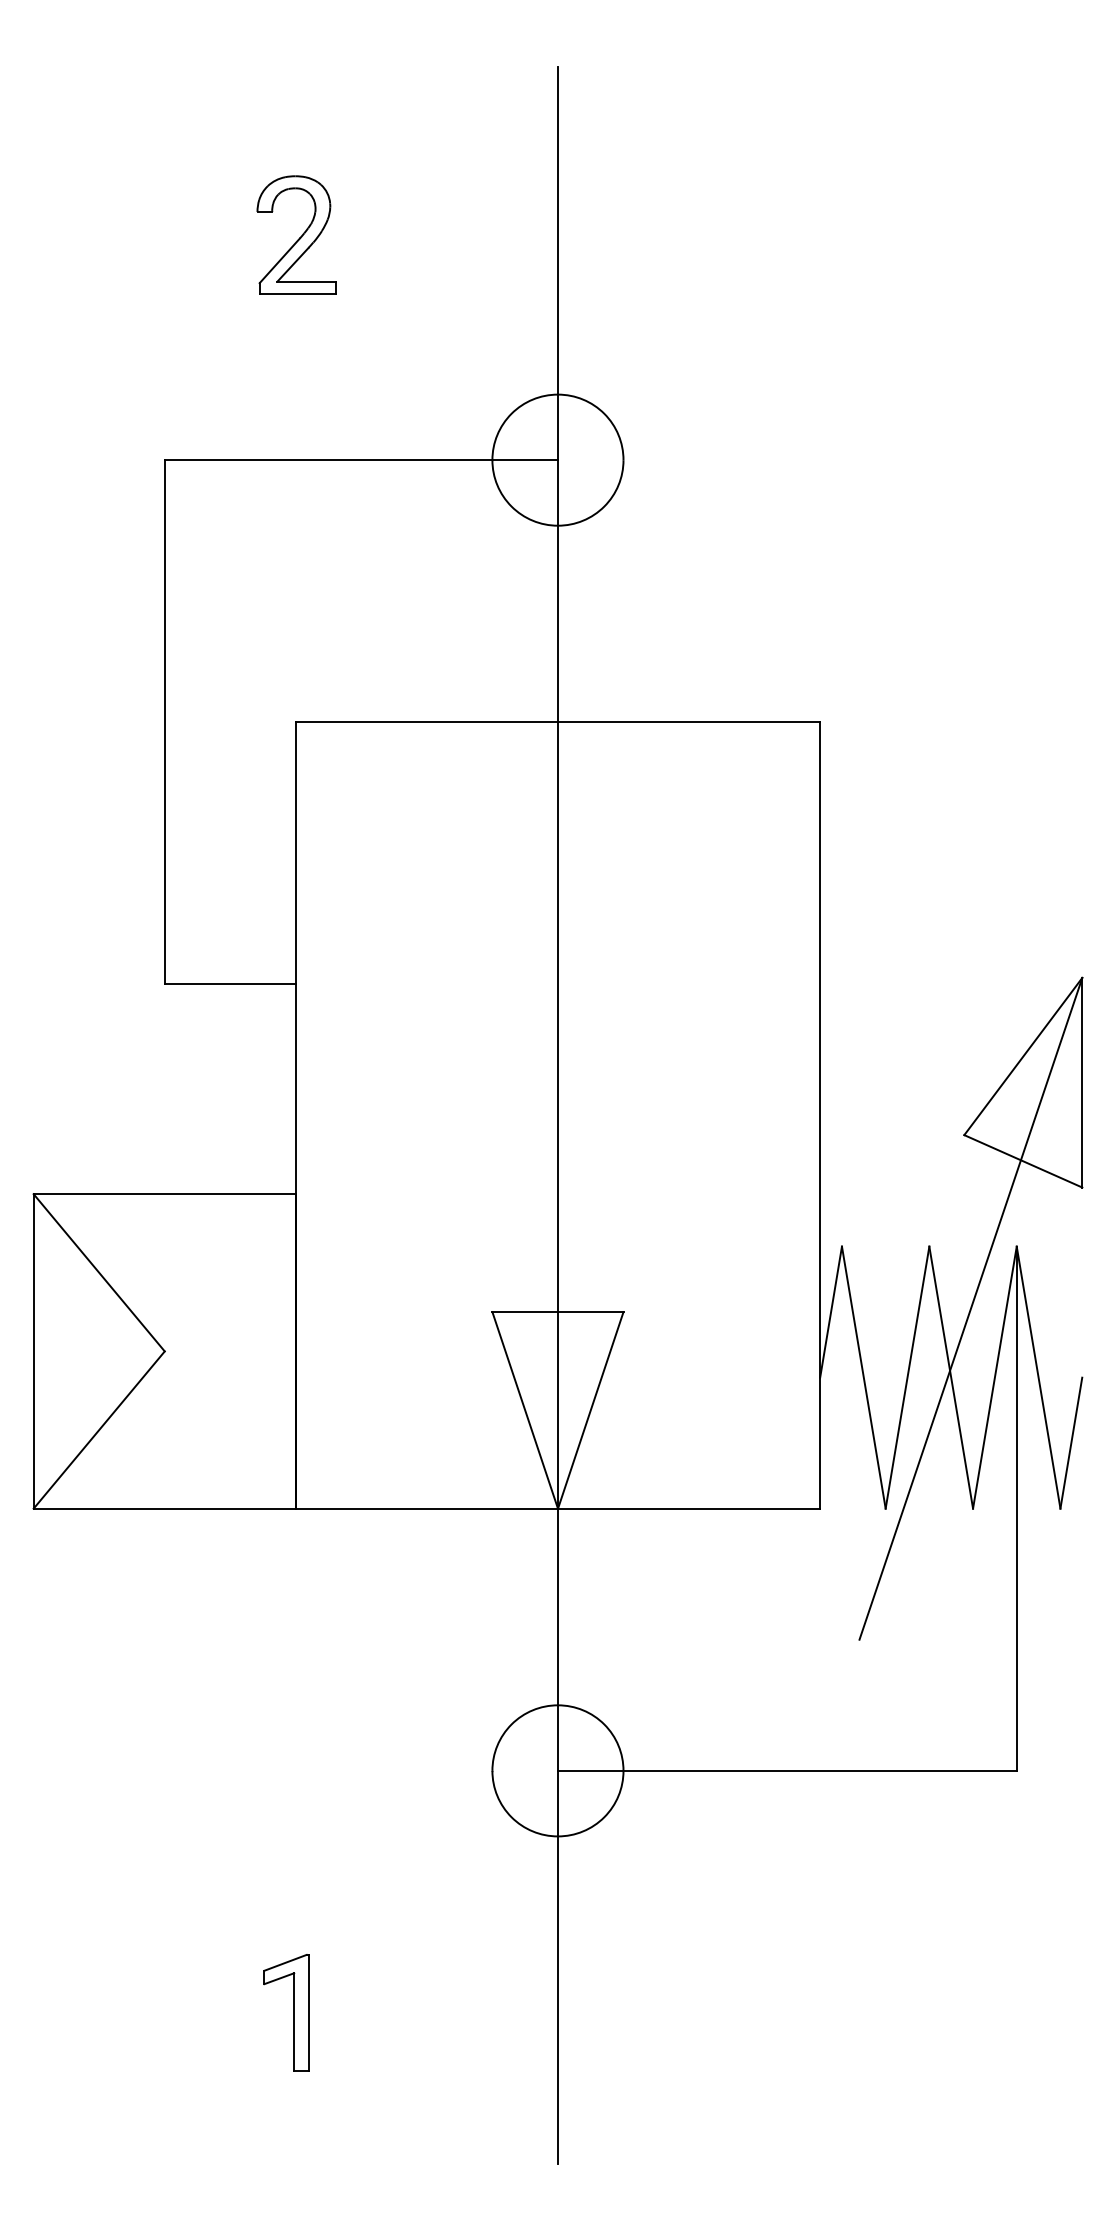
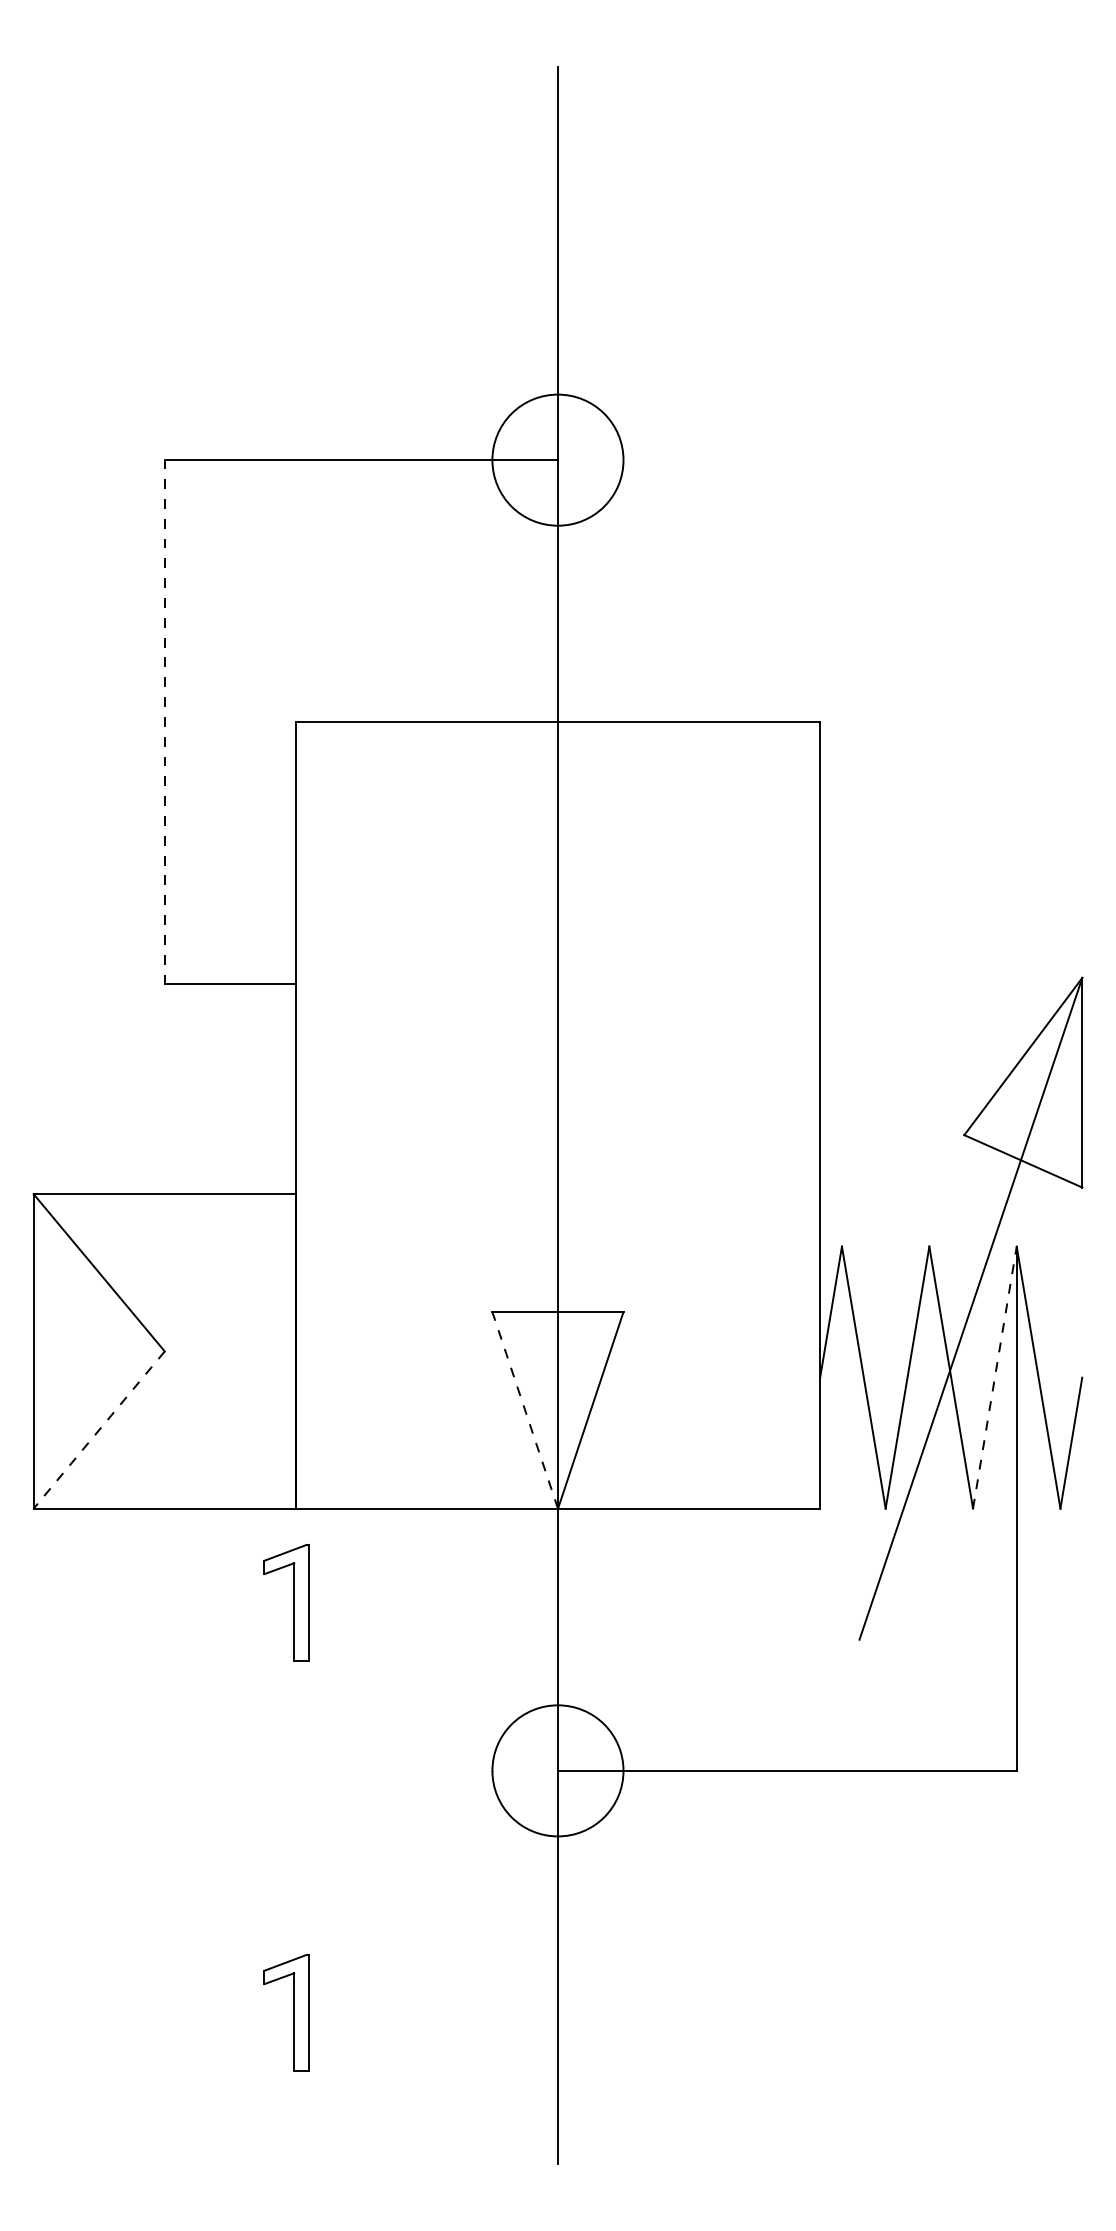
part at (296, 234): present -> none
line at (164, 721): solid -> dashed
line at (994, 1377): solid -> dashed
line at (525, 1410): solid -> dashed
line at (98, 1430): solid -> dashed
part at (293, 1602): none -> present
